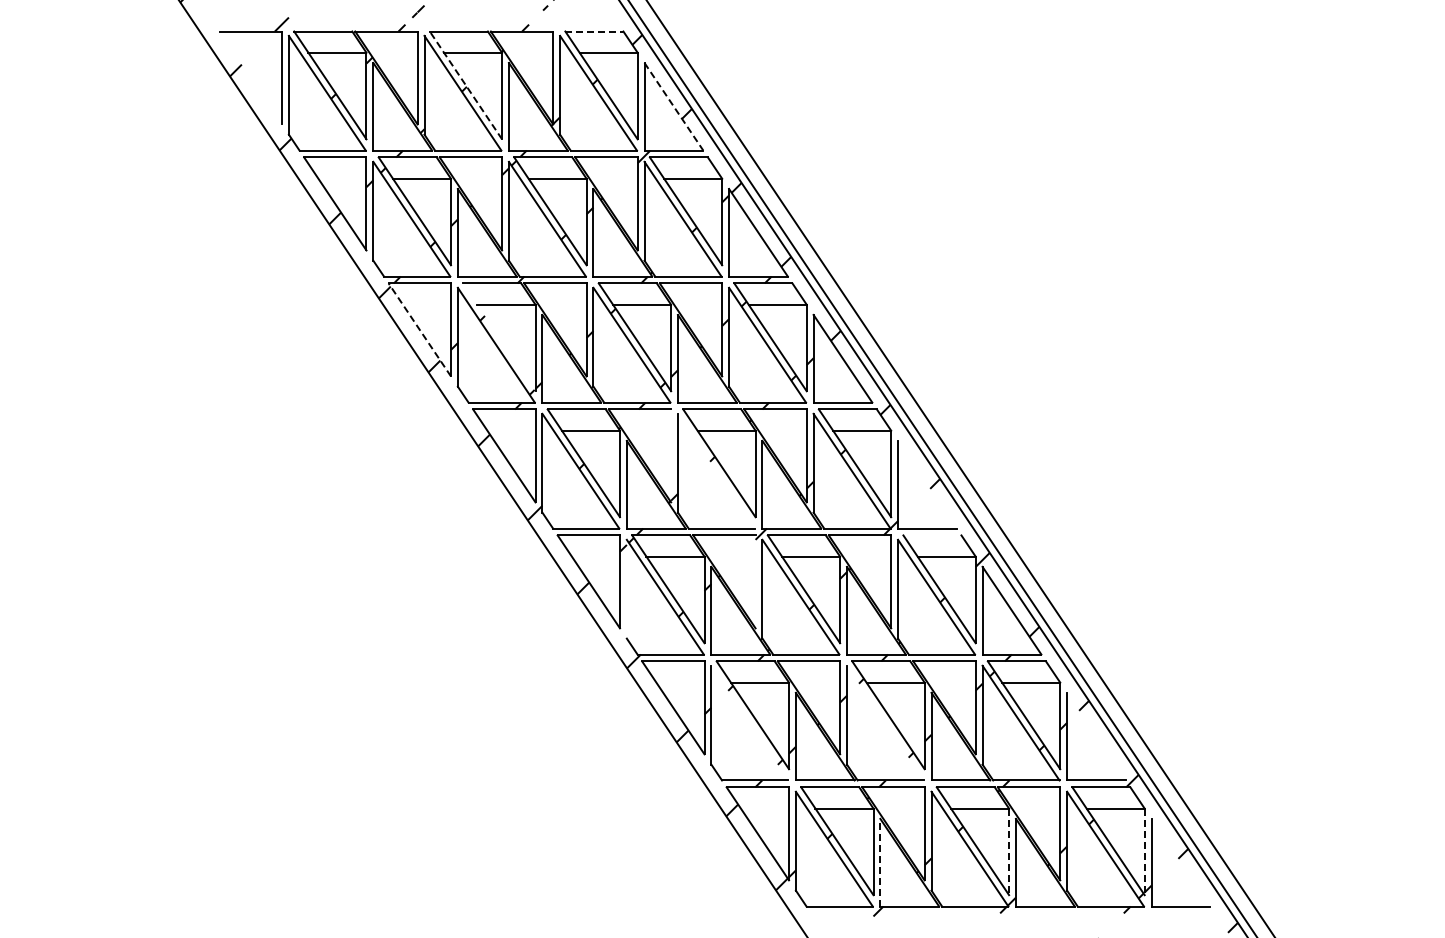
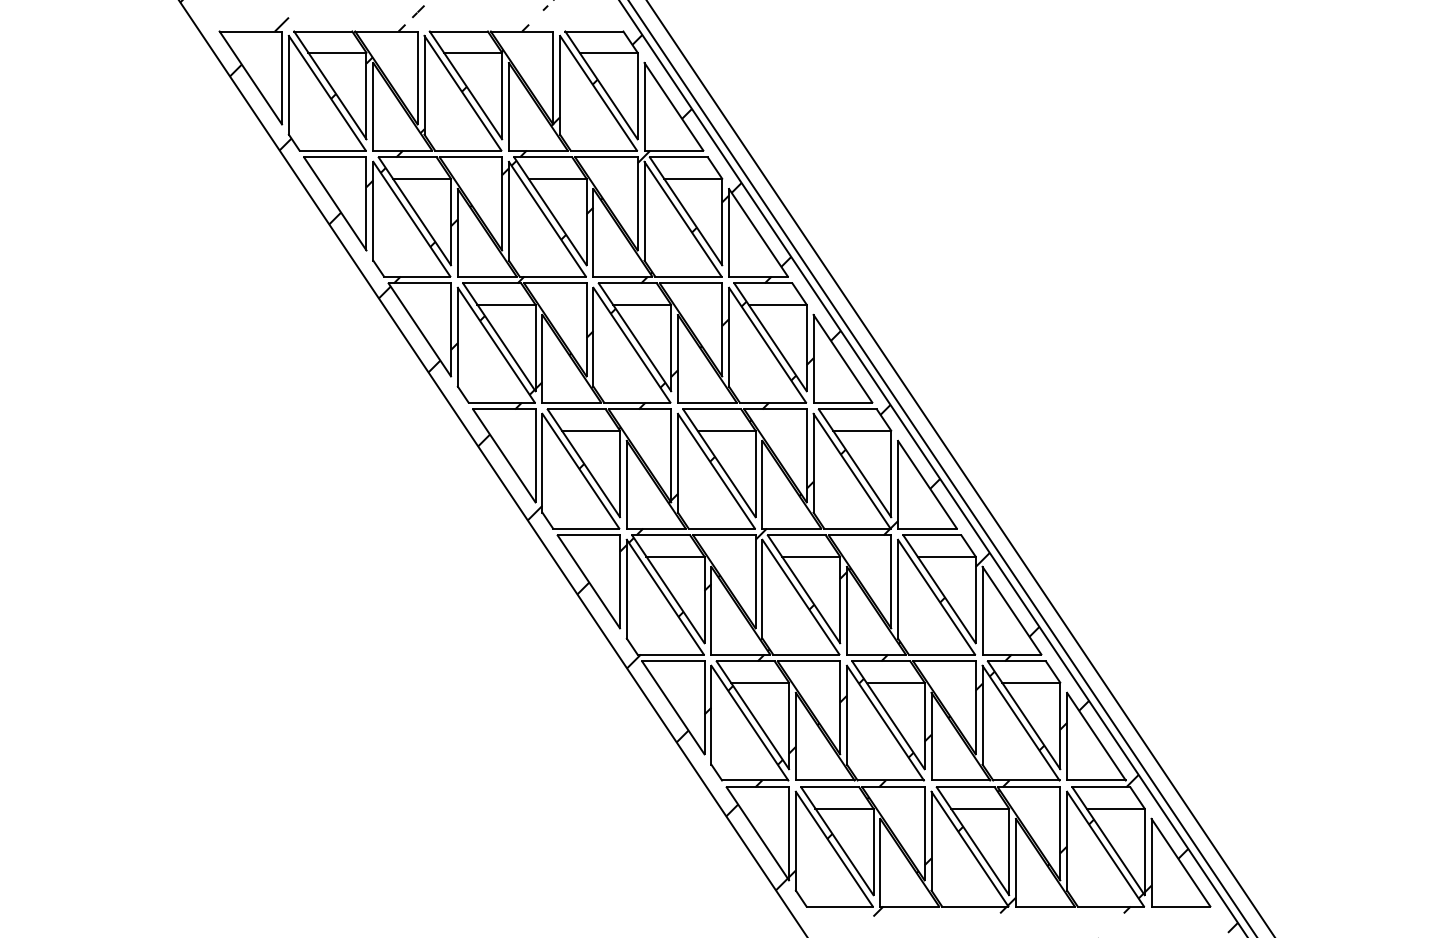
line at (594, 31): dashed -> solid
line at (250, 77): none -> present
line at (465, 85): dashed -> solid
line at (673, 106): dashed -> solid
line at (419, 329): dashed -> solid
line at (499, 337): none -> present
line at (671, 455): none -> present
line at (716, 470): none -> present
line at (927, 484): none -> present
line at (932, 535): none -> present
line at (755, 581): none -> present
line at (626, 588): none -> present
line at (749, 722): none -> present
line at (884, 722): none -> present
line at (1096, 736): none -> present
line at (1009, 852): dashed -> solid
line at (1144, 852): dashed -> solid
line at (880, 862): dashed -> solid
line at (1180, 862): none -> present
